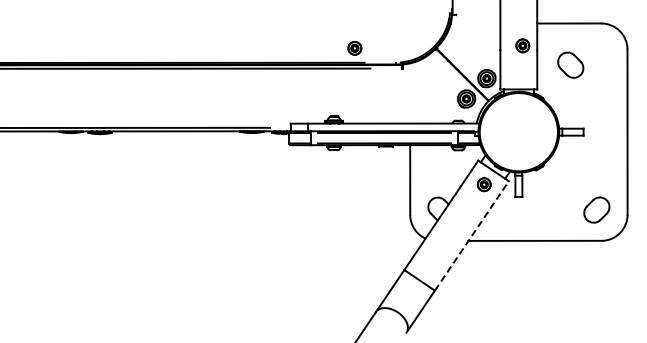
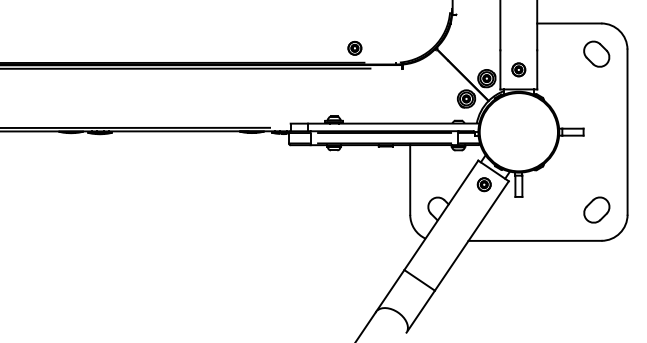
part at (522, 45) position: (522, 45) -> (518, 69)
part at (570, 64) position: (570, 64) -> (596, 53)
line at (472, 235): dashed -> solid
